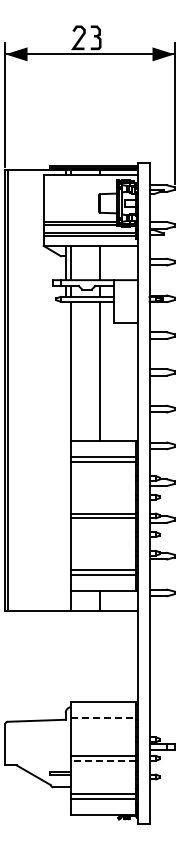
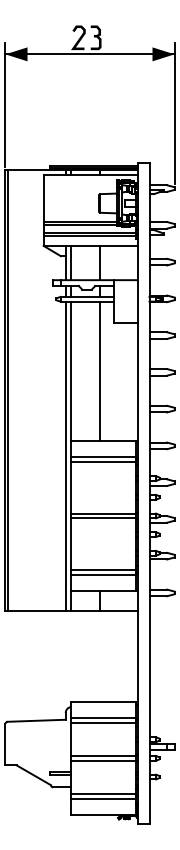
line at (65, 456): none -> present
line at (103, 717): dashed -> solid
line at (102, 722): none -> present
line at (103, 760): dashed -> solid
